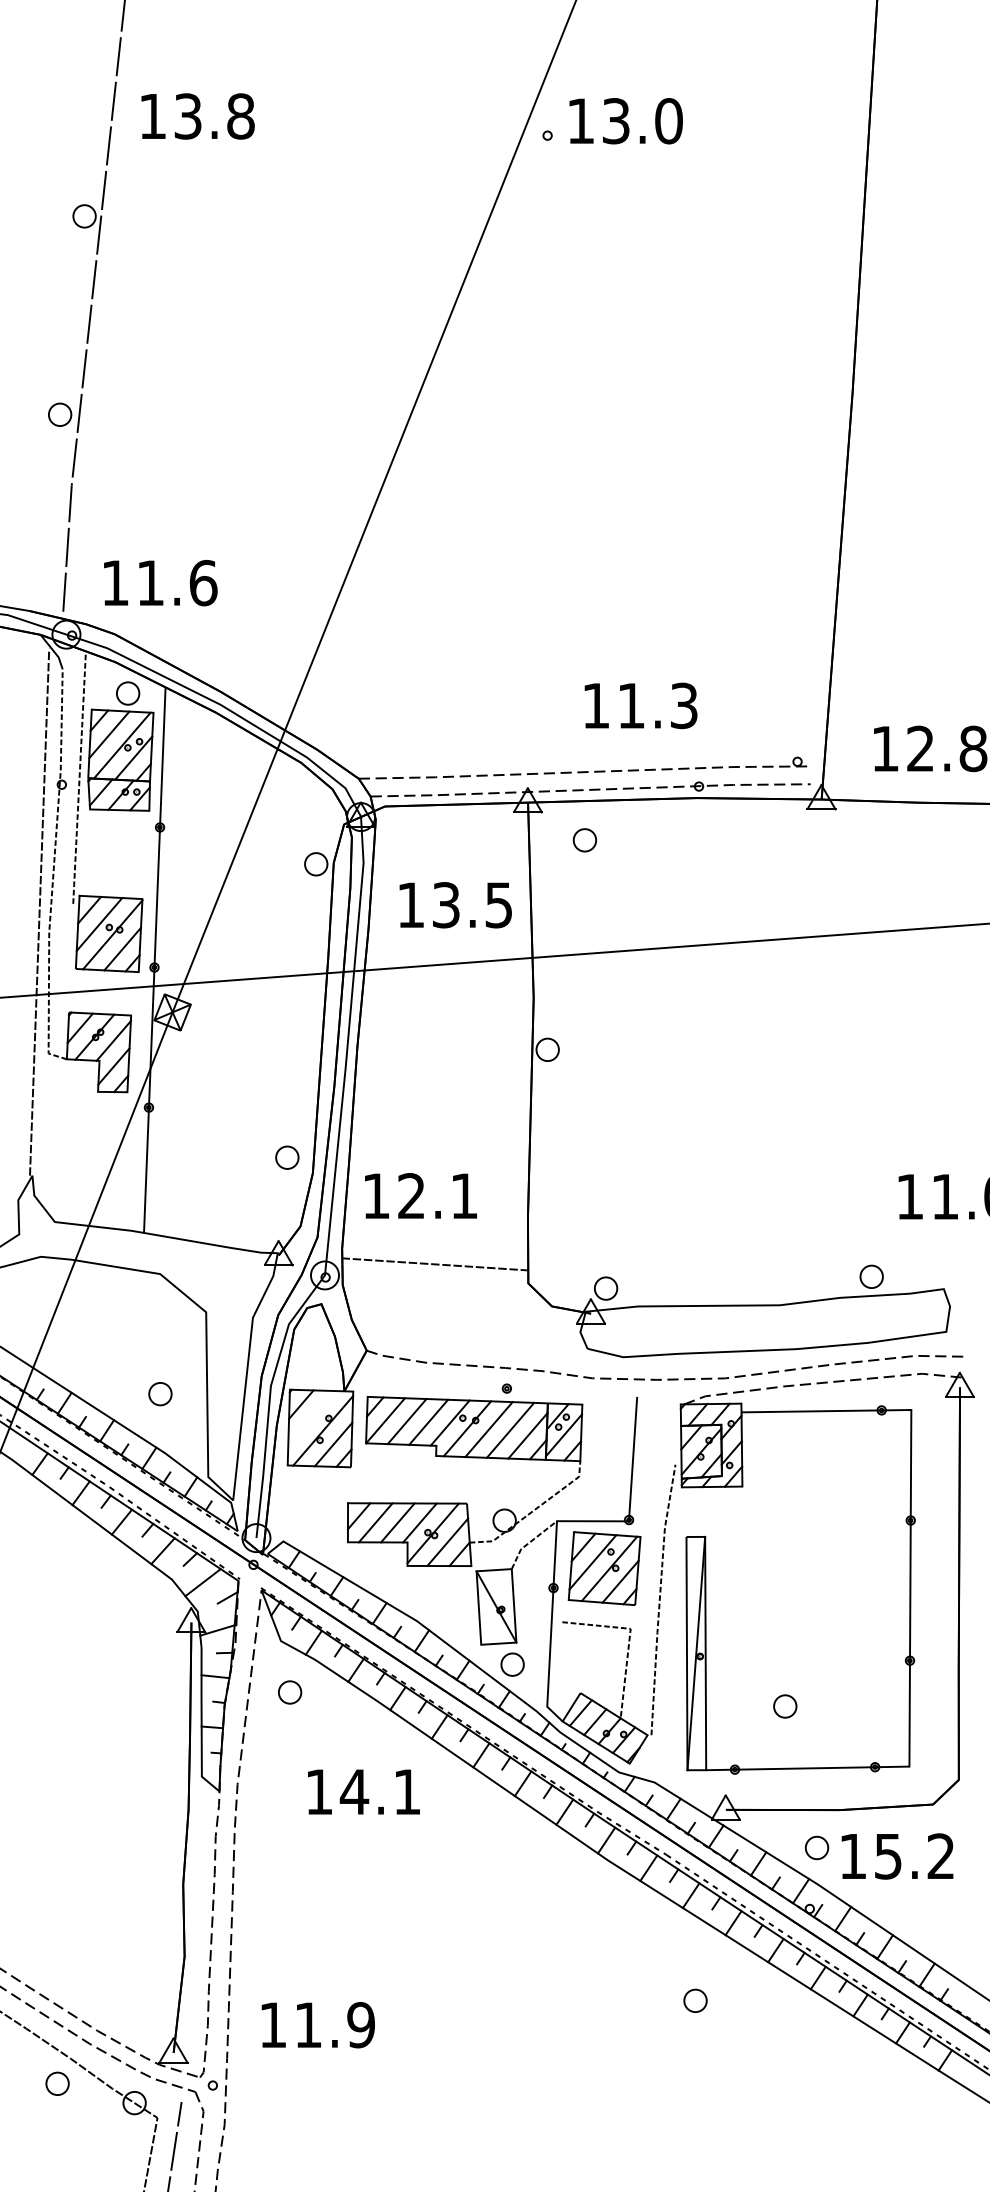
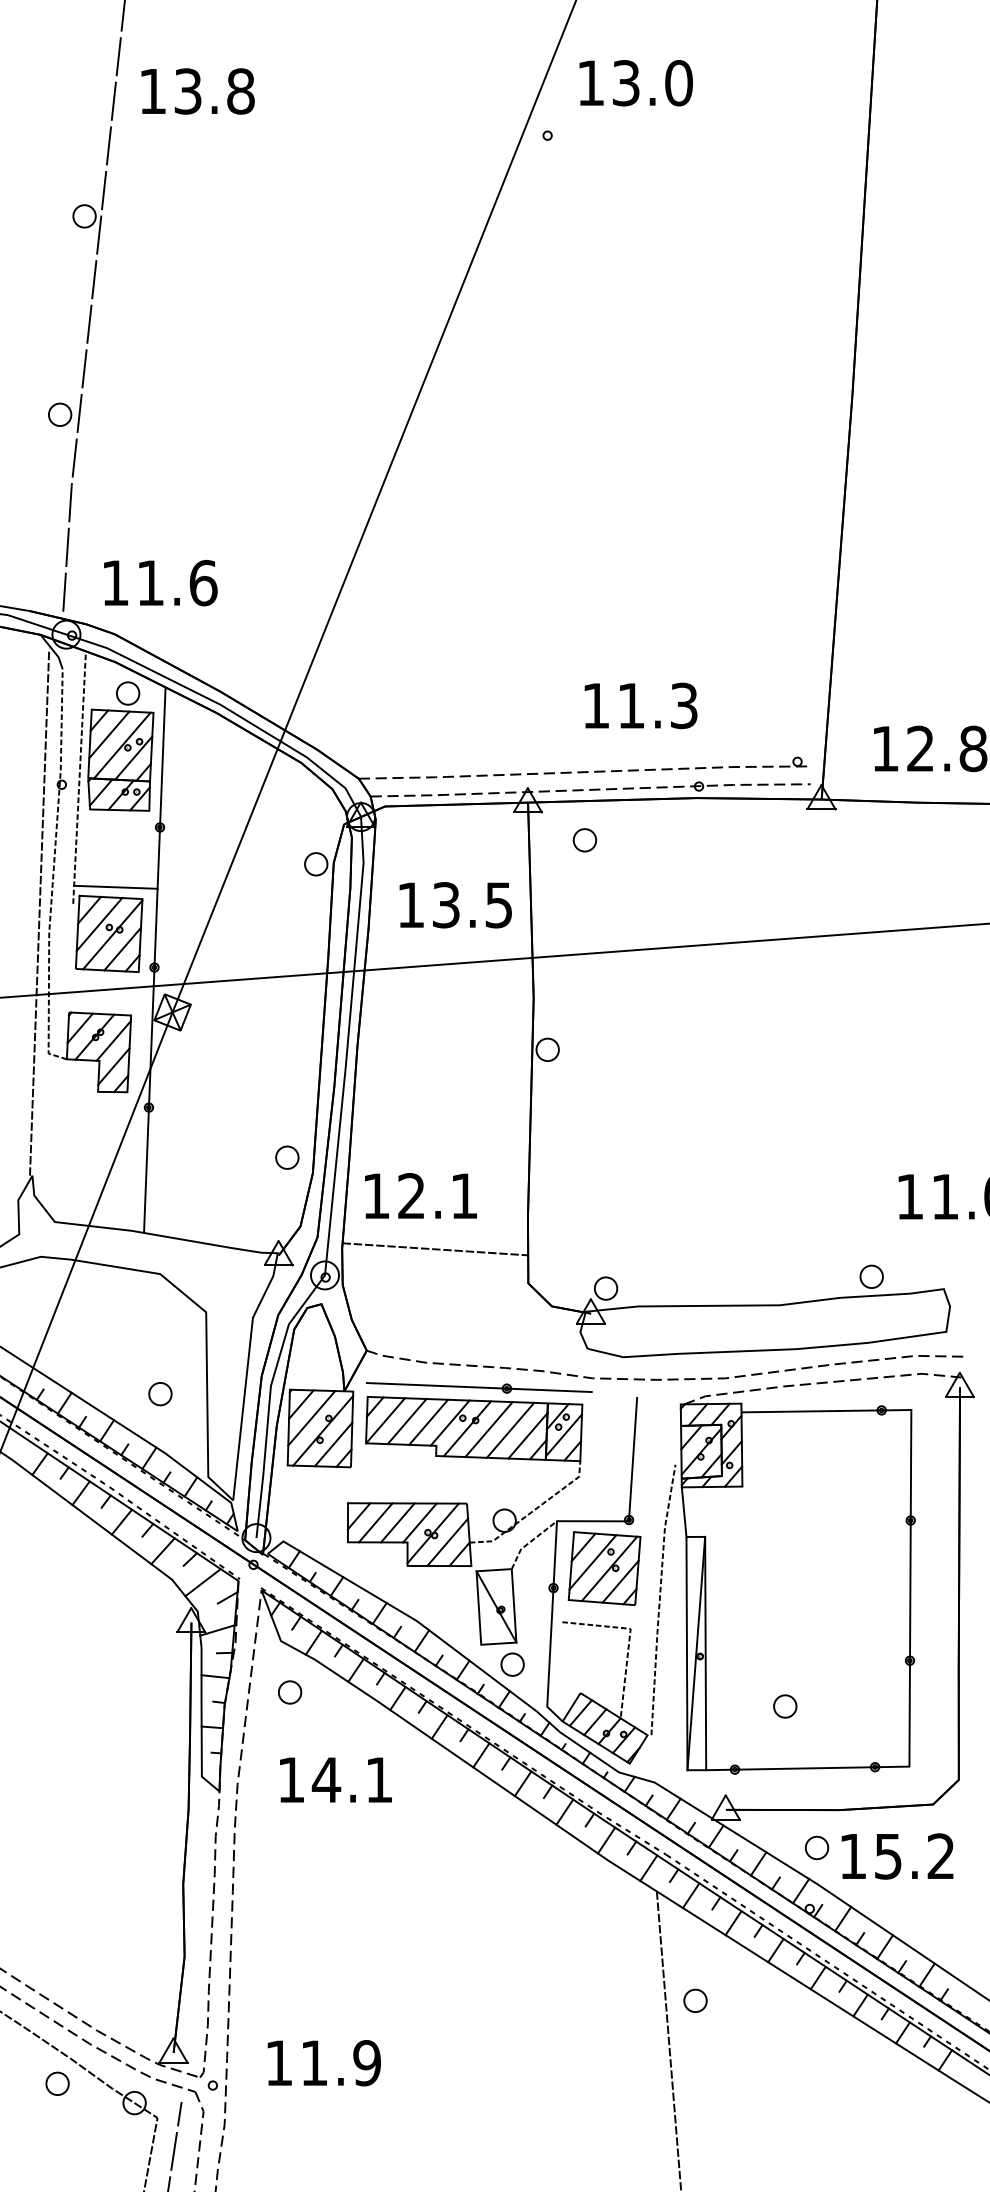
text at (197, 116) position: (197, 116) -> (197, 91)
text at (625, 121) position: (625, 121) -> (635, 83)
line at (115, 886): none -> present
line at (434, 1264) position: (434, 1264) -> (435, 1249)
line at (478, 1387): none -> present
line at (311, 1418): none -> present
line at (683, 1512): none -> present
text at (363, 1791) position: (363, 1791) -> (335, 1779)
text at (317, 2025) position: (317, 2025) -> (323, 2063)
line at (668, 2039): none -> present
